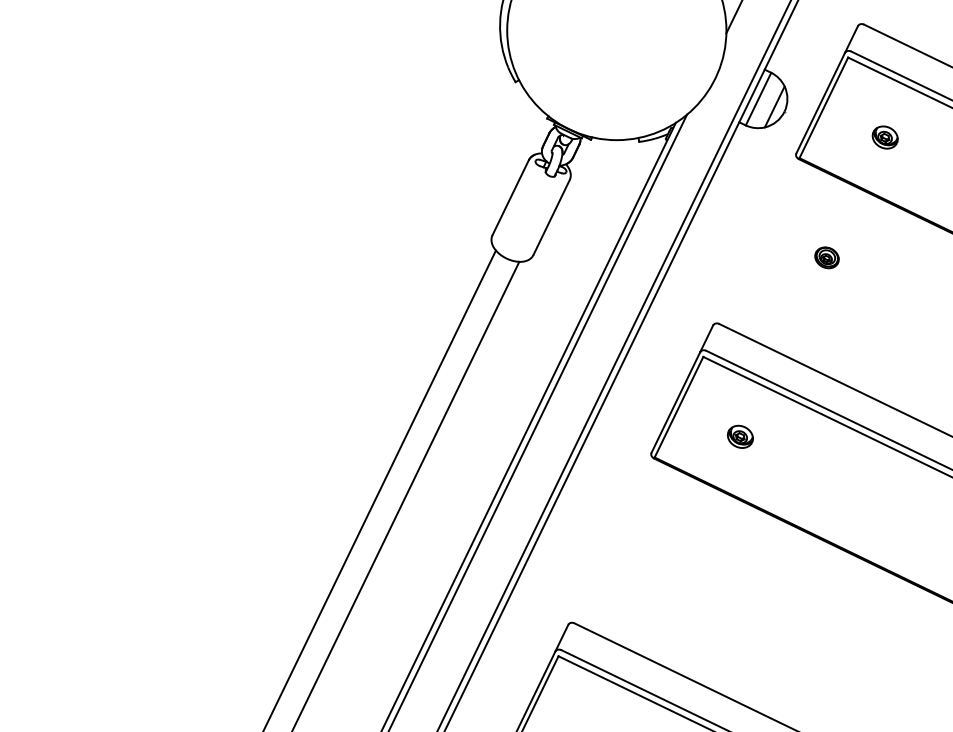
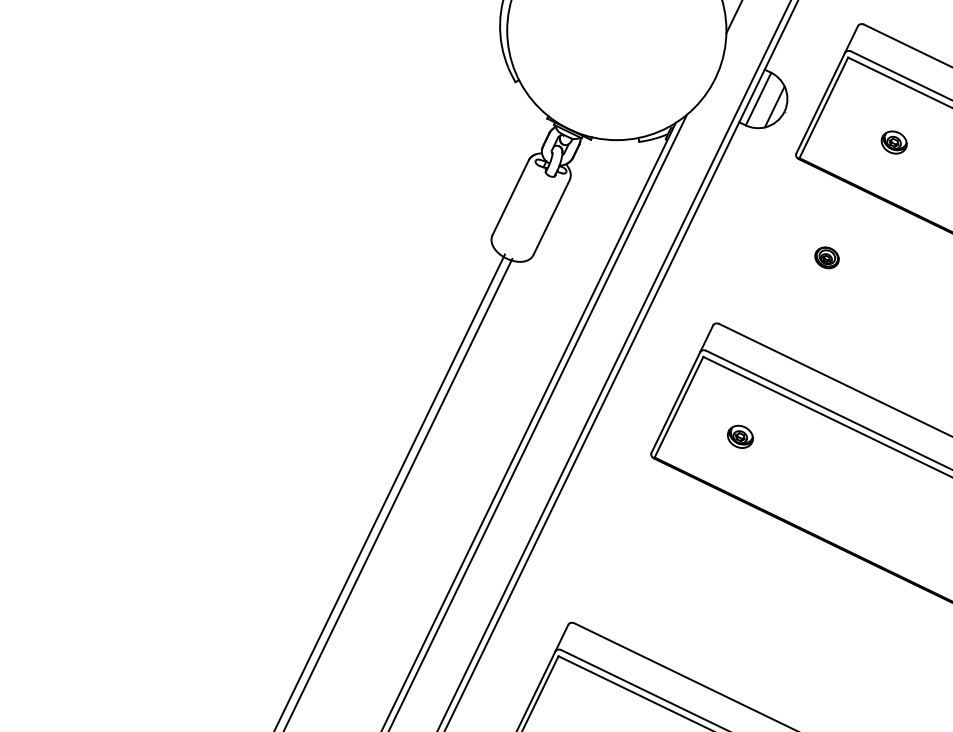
part at (884, 137) position: (884, 137) -> (893, 142)
line at (379, 489) position: (379, 489) -> (389, 491)
line at (406, 494) position: (406, 494) -> (398, 493)
